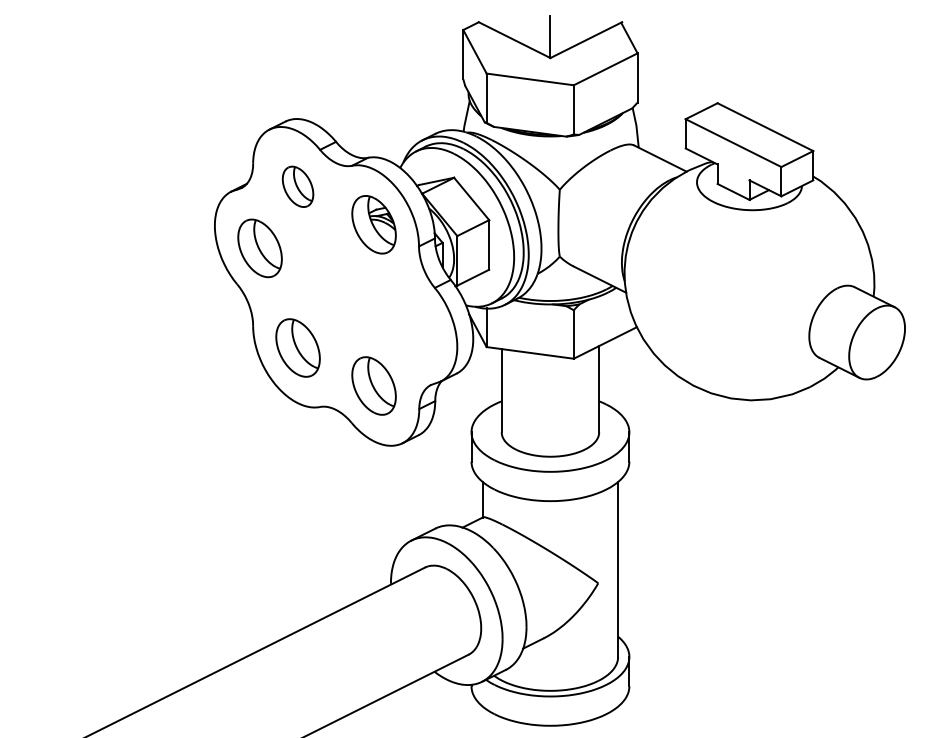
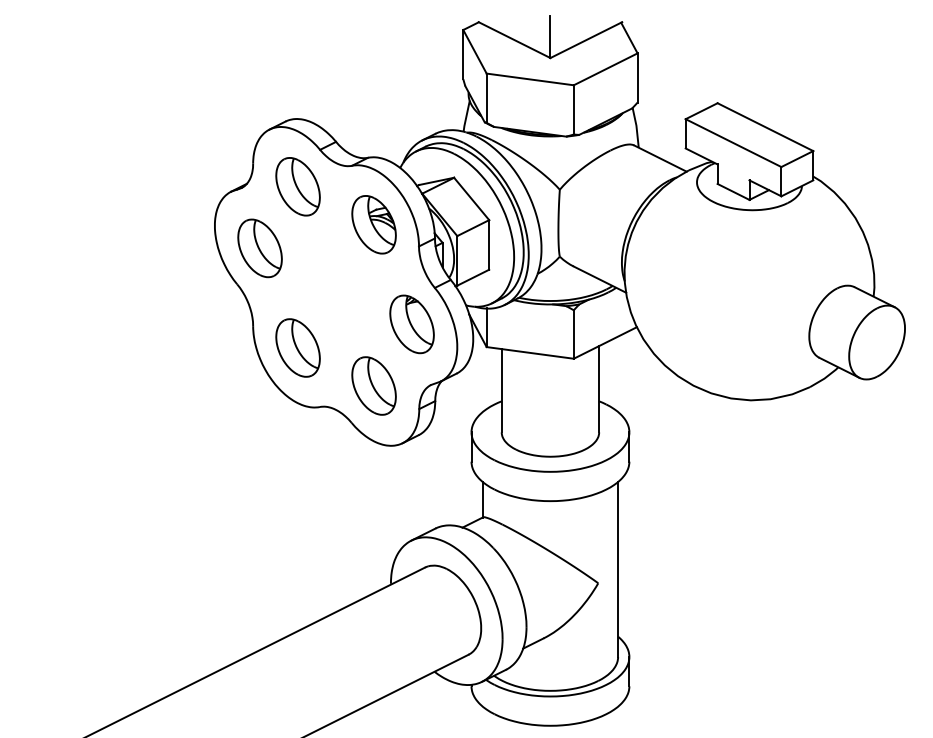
part at (297, 186) size: 34x43 px -> 46x60 px
part at (411, 324): none -> present
